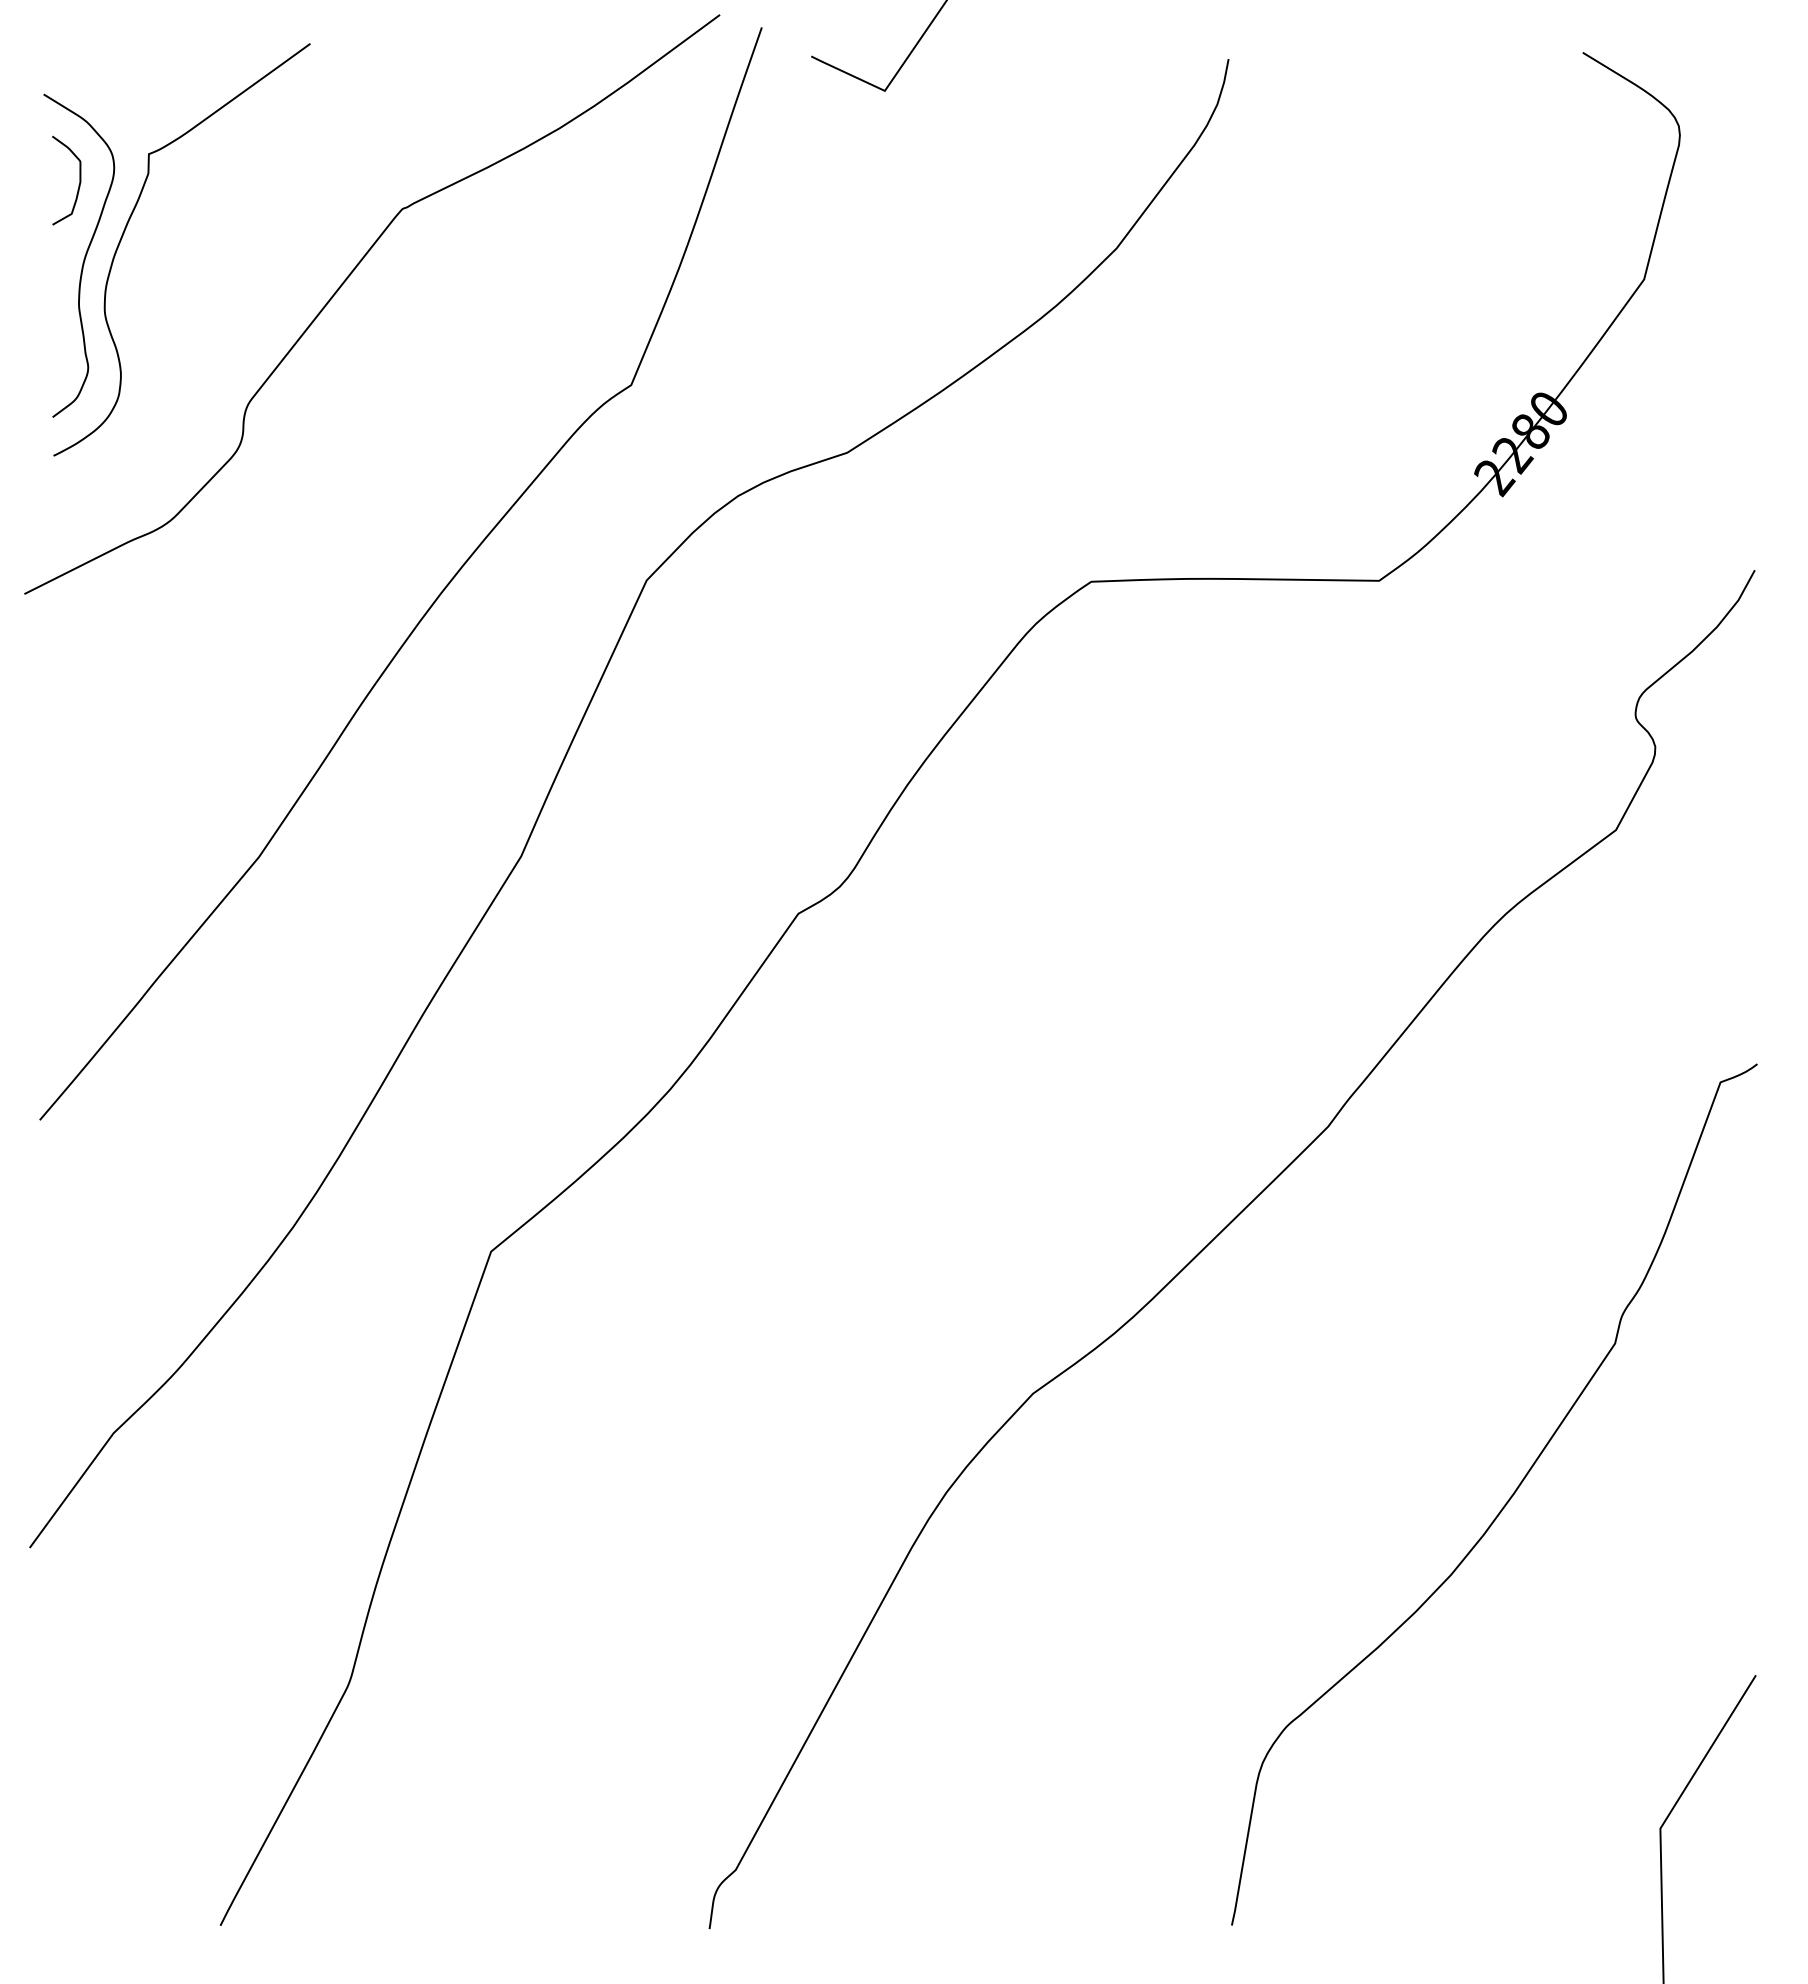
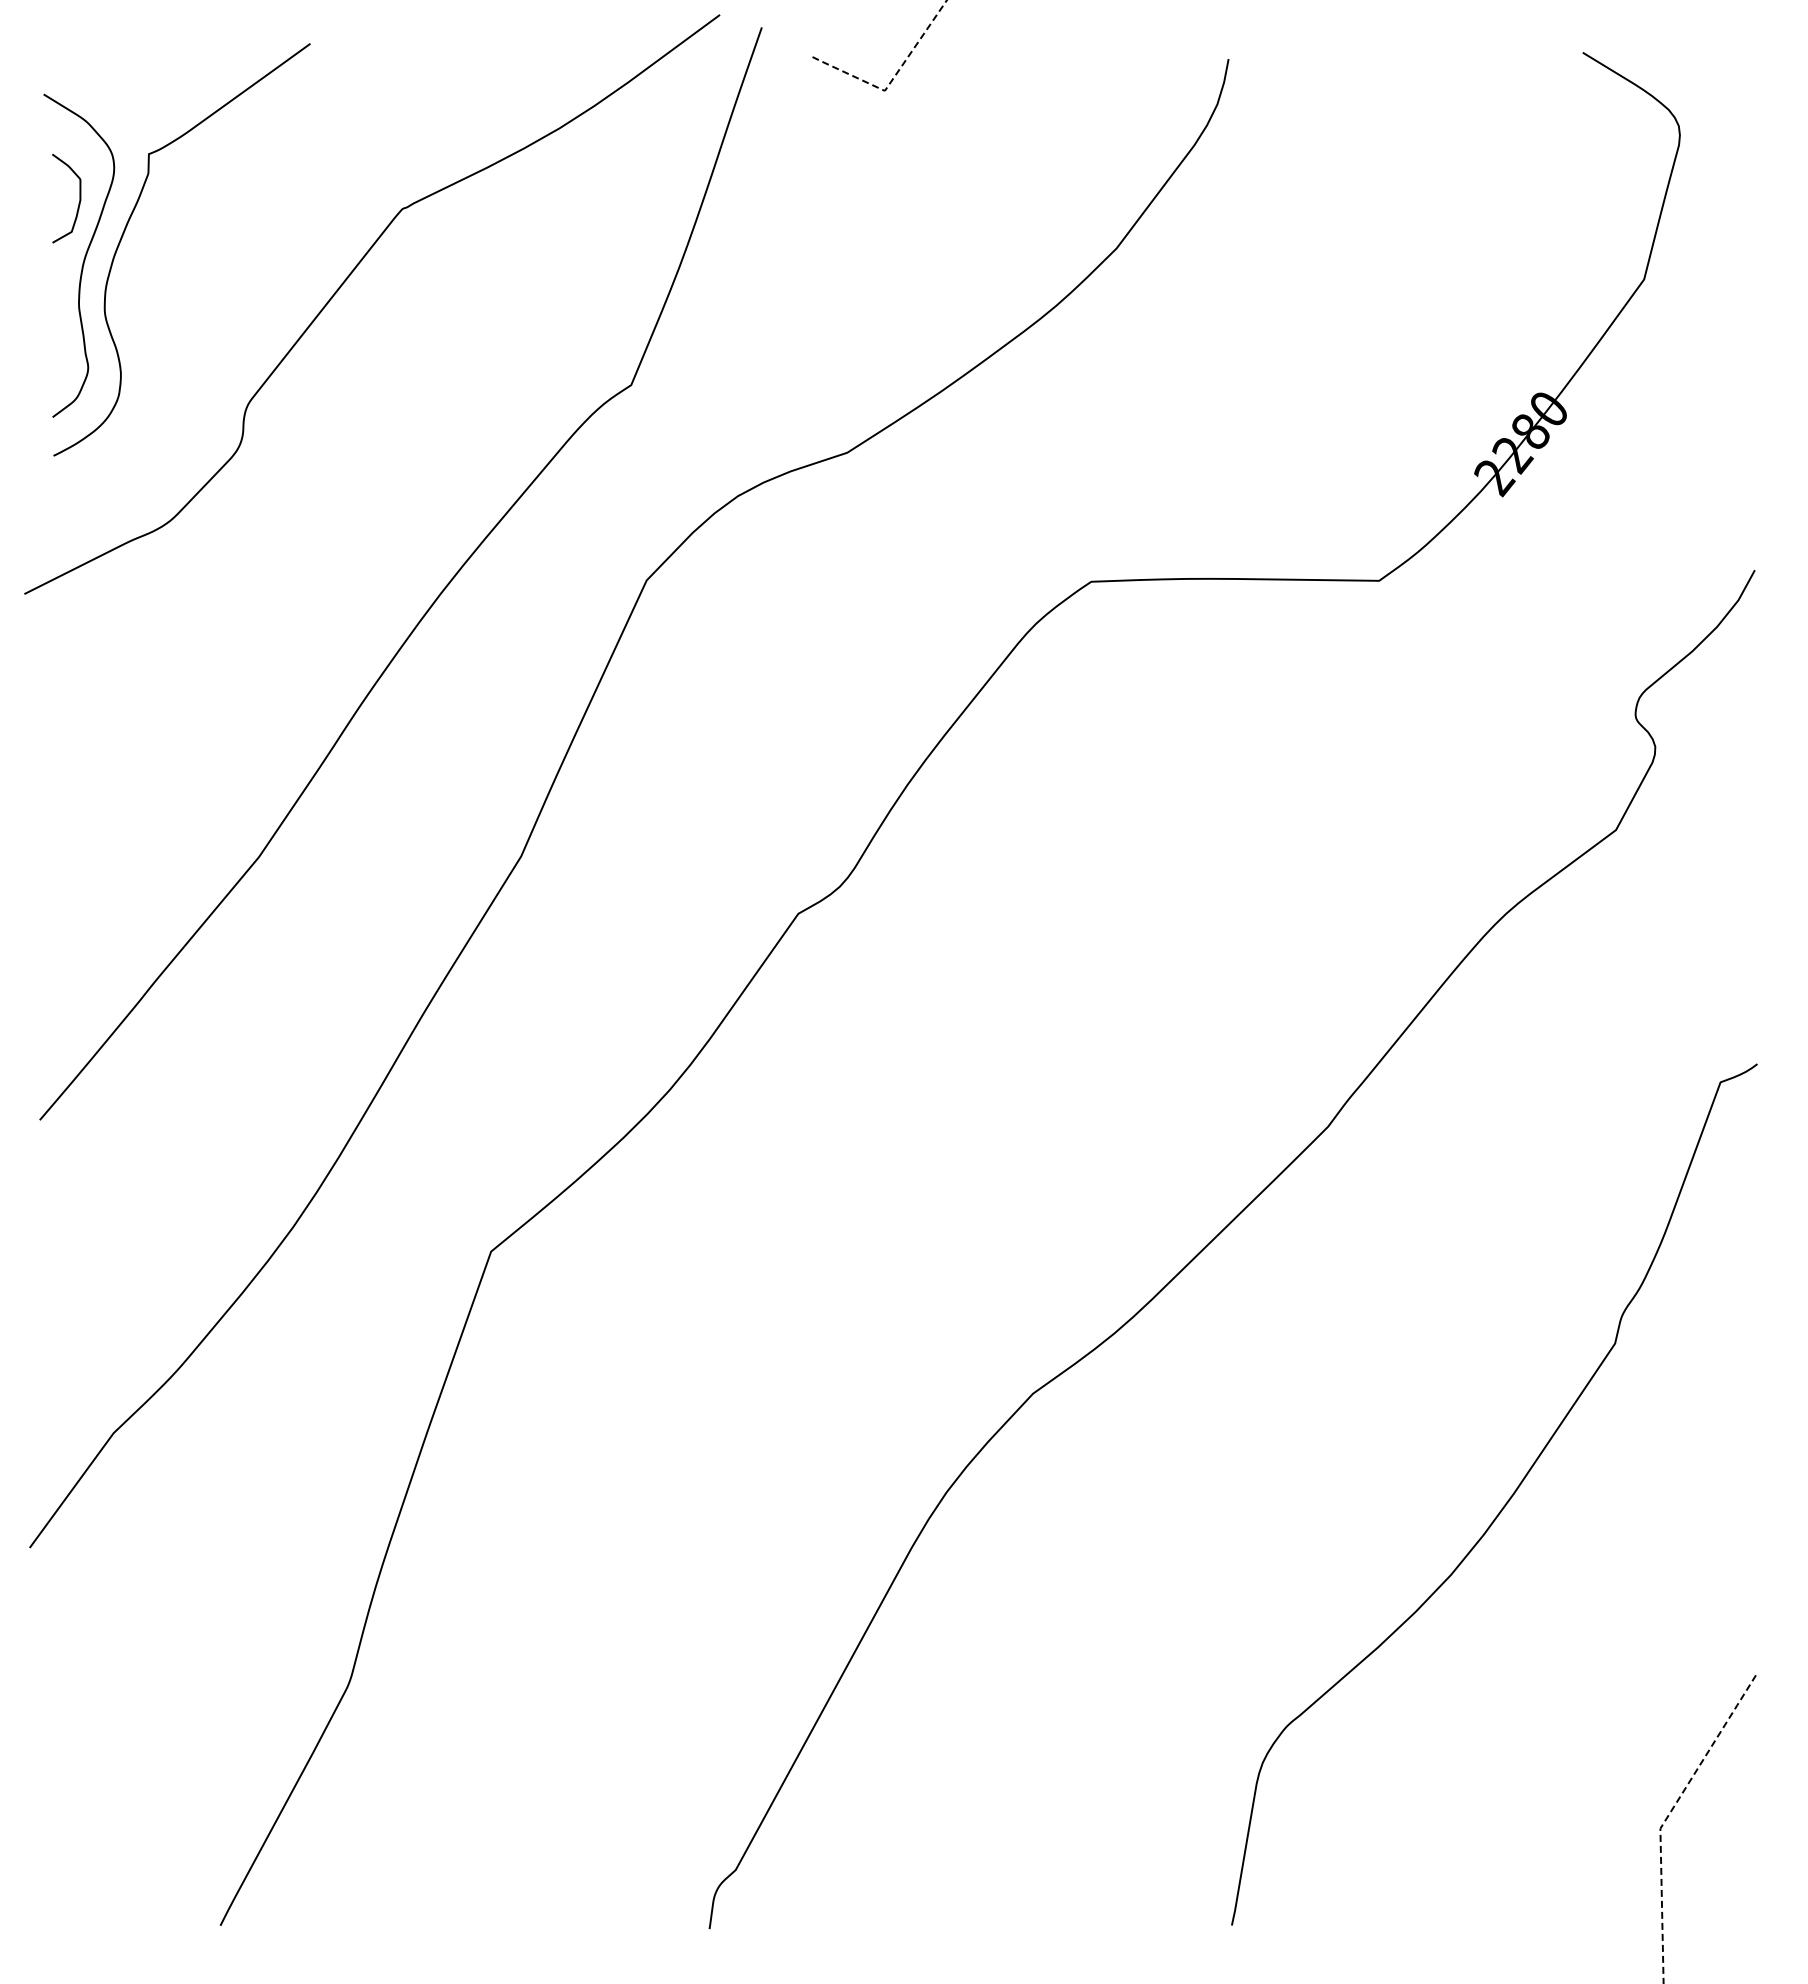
line at (892, 80): solid -> dashed
curve at (79, 180) position: (79, 180) -> (79, 198)
line at (1667, 1817): solid -> dashed
